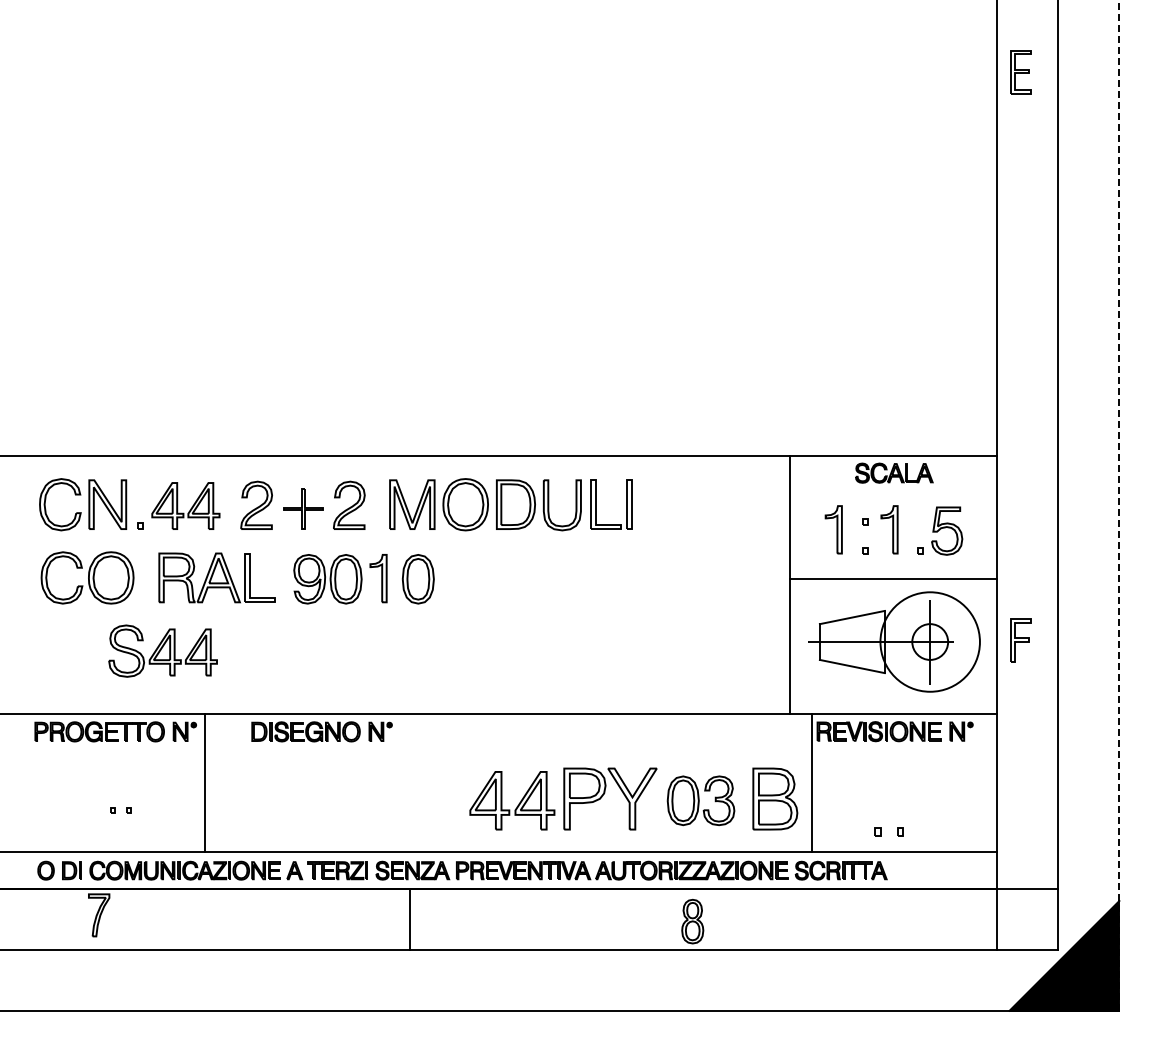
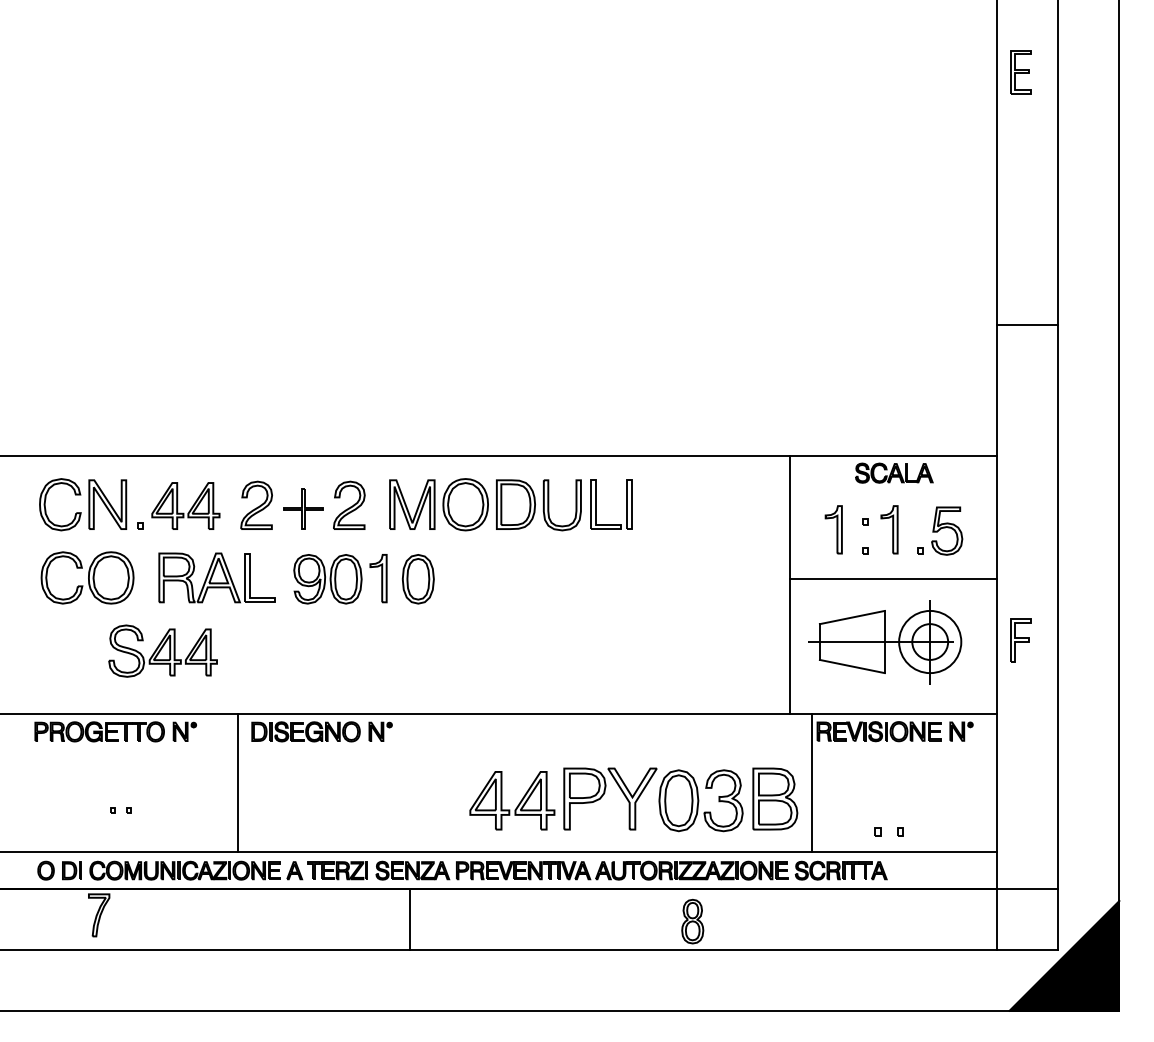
line at (1027, 325): none -> present
line at (1119, 504): dashed -> solid
circle at (929, 641) diameter: 99 px -> 62 px
line at (205, 783) position: (205, 783) -> (238, 783)
part at (700, 800) size: 70x52 px -> 86x64 px
